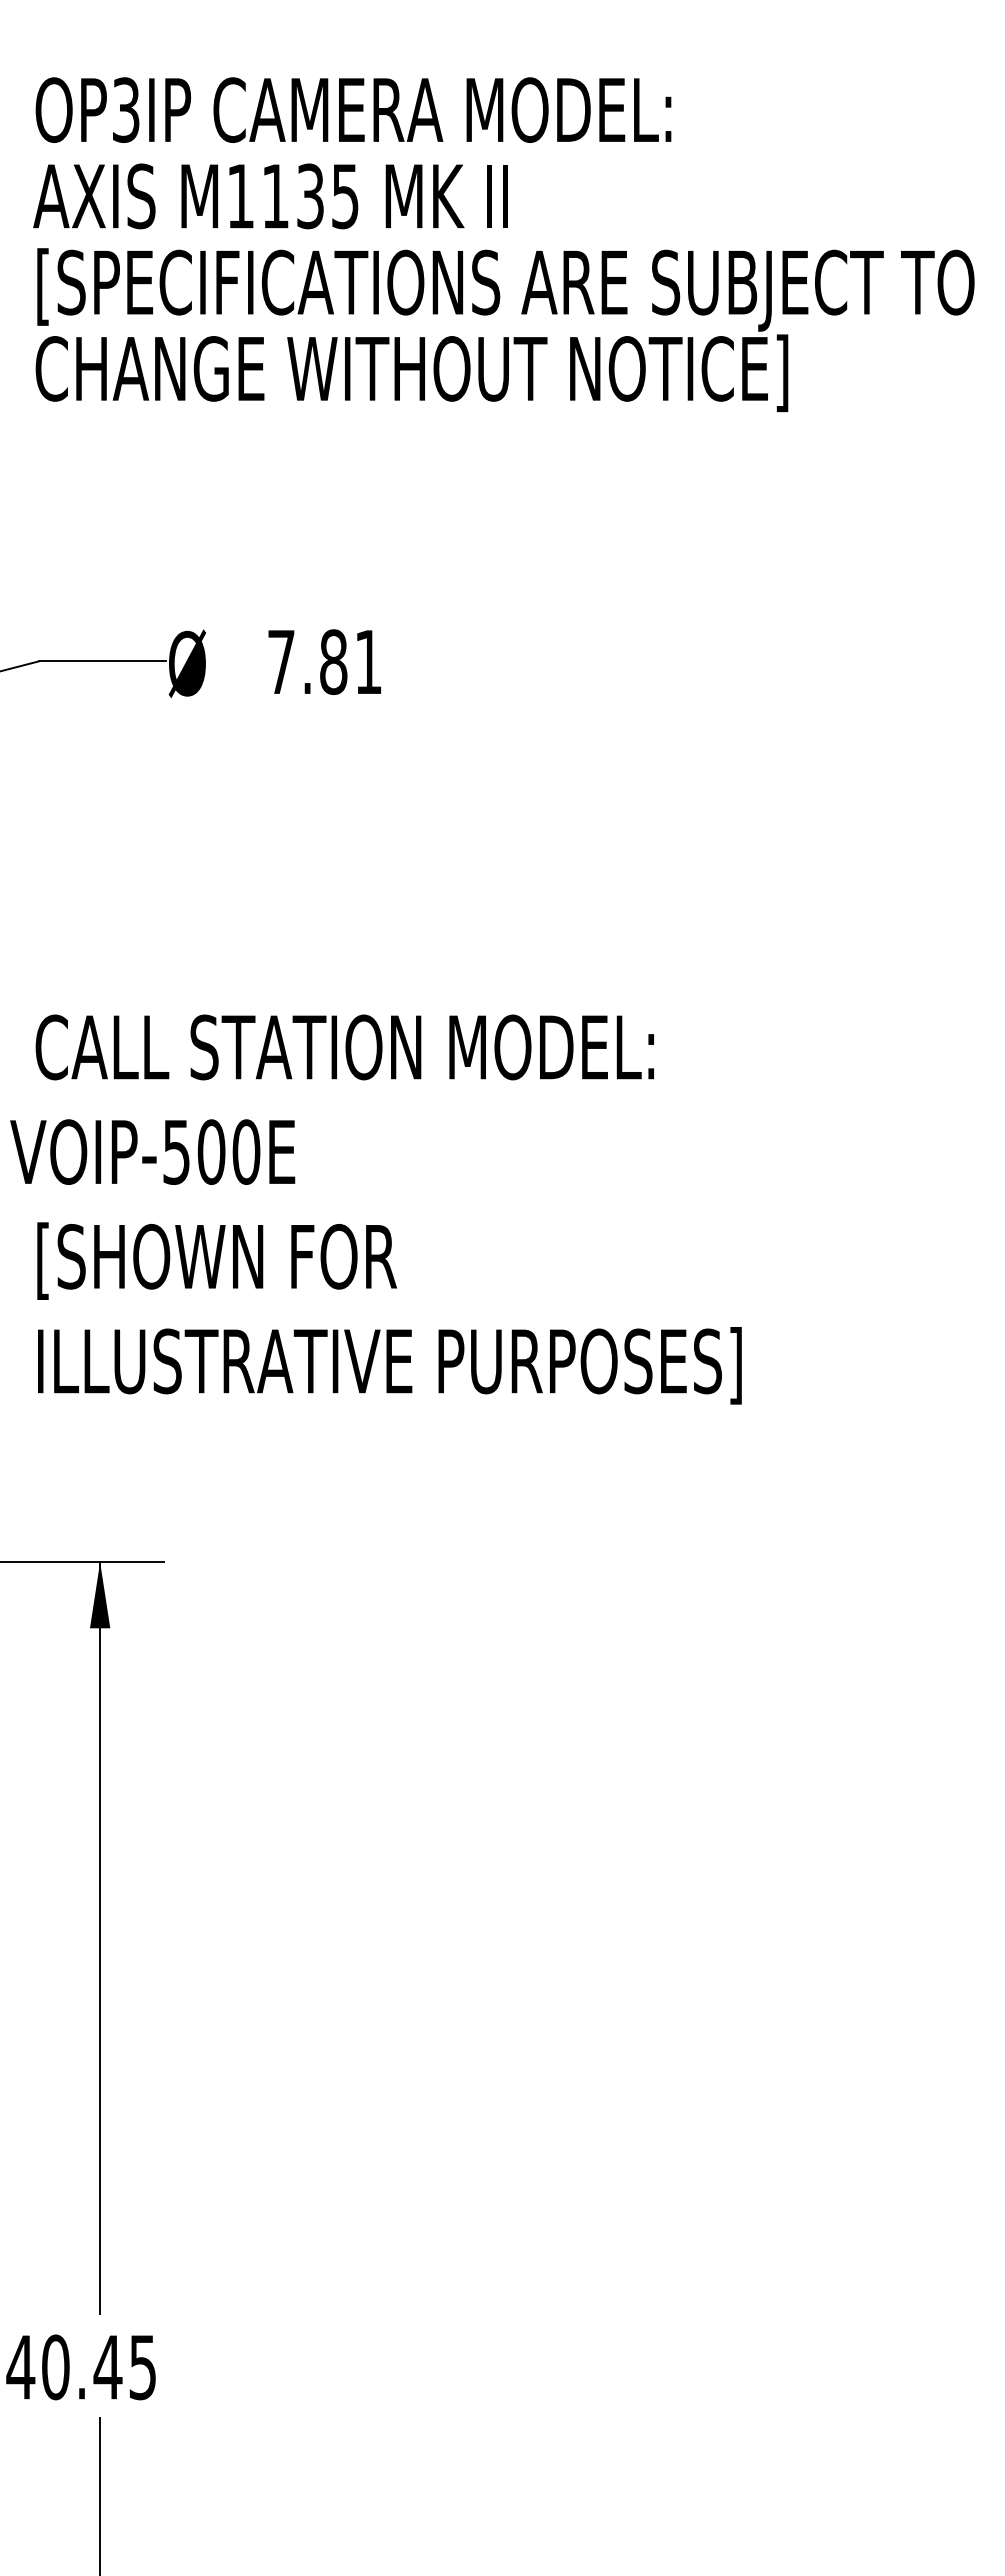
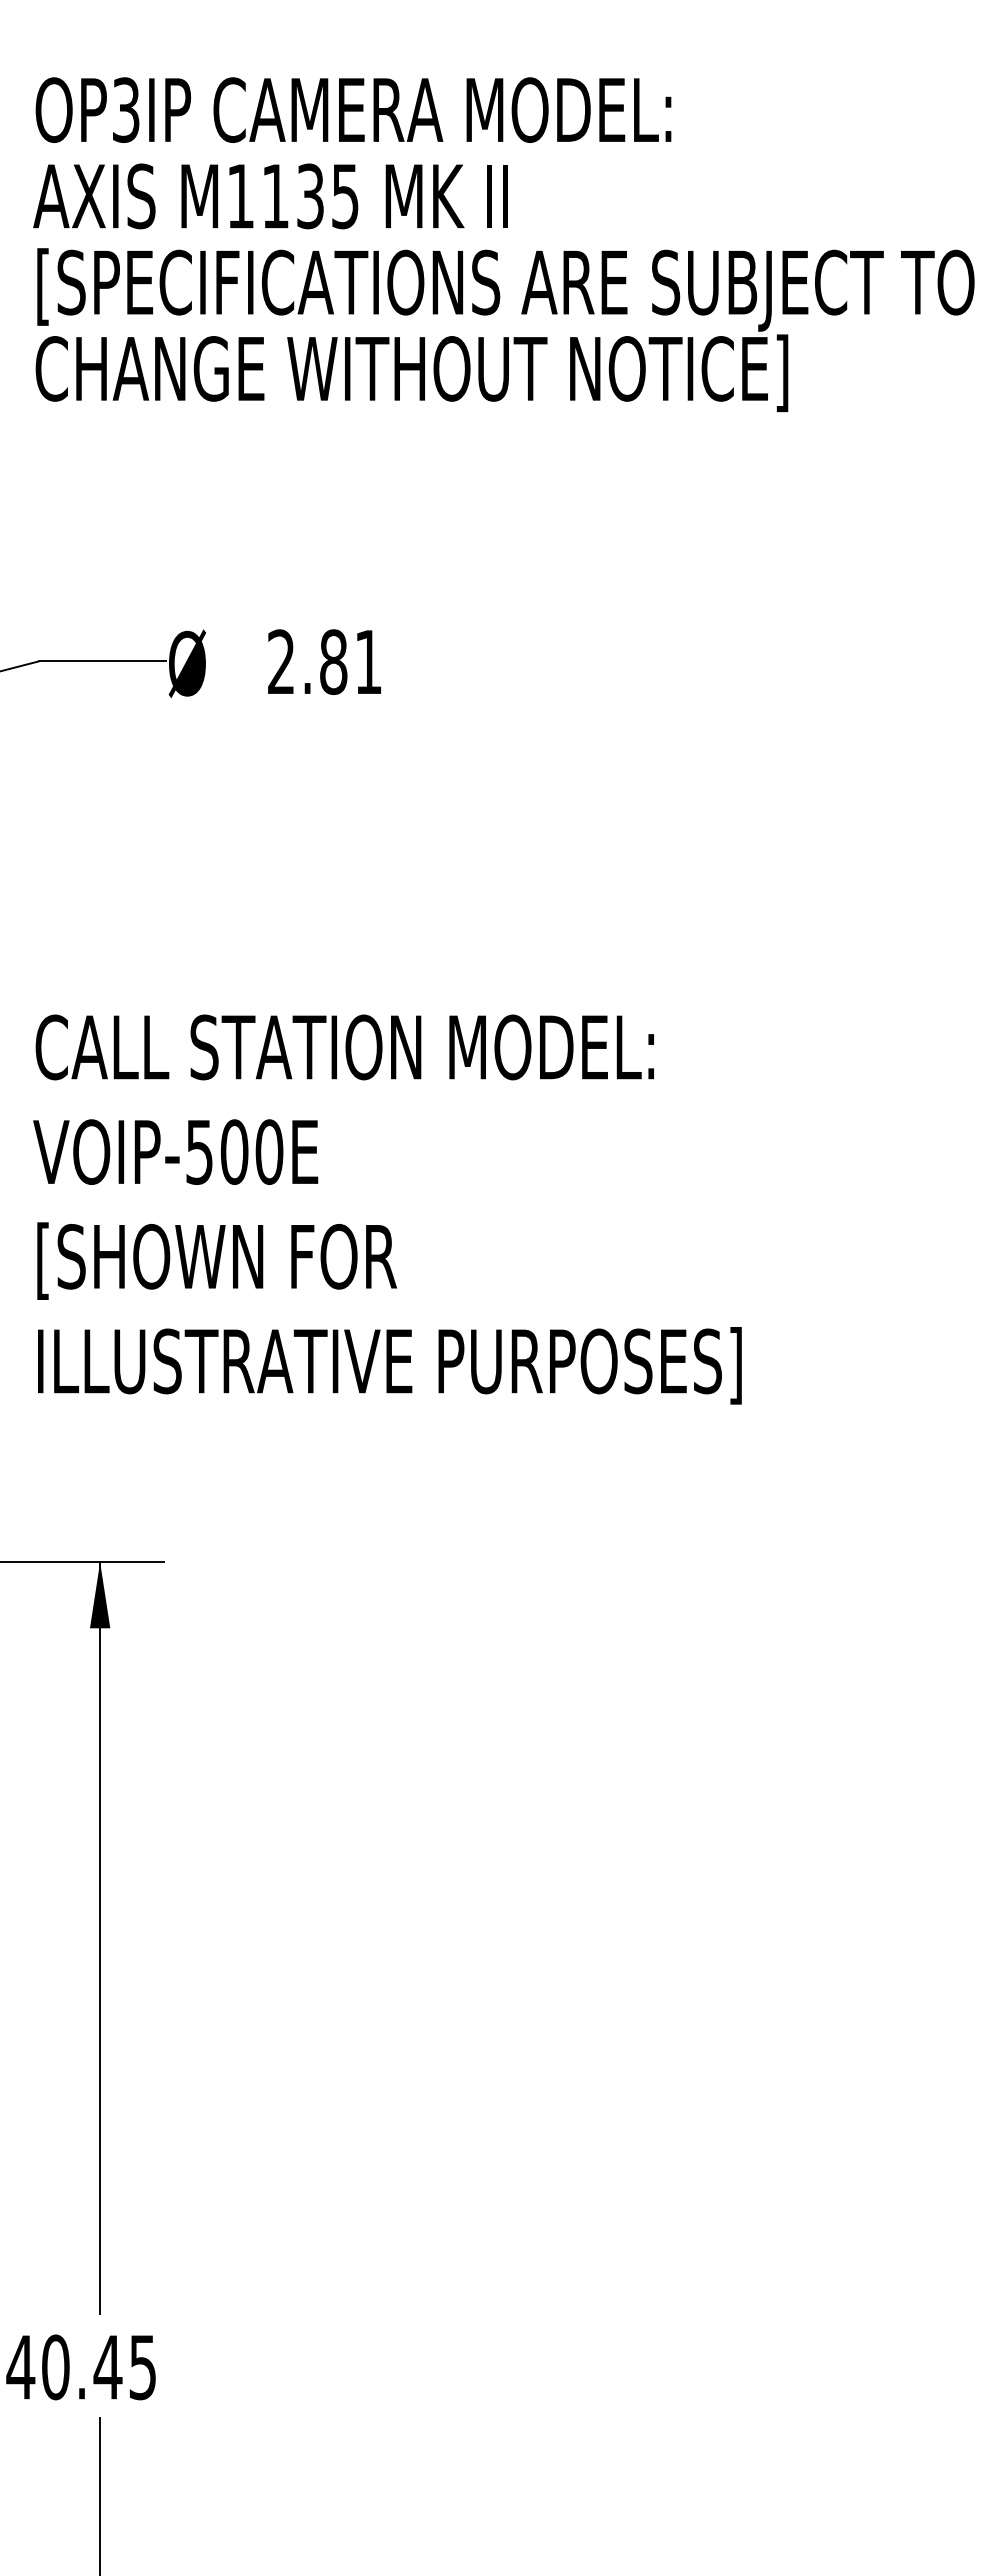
text at (281, 661): 7.81 -> 2.81
text at (152, 1151) position: (152, 1151) -> (175, 1151)
